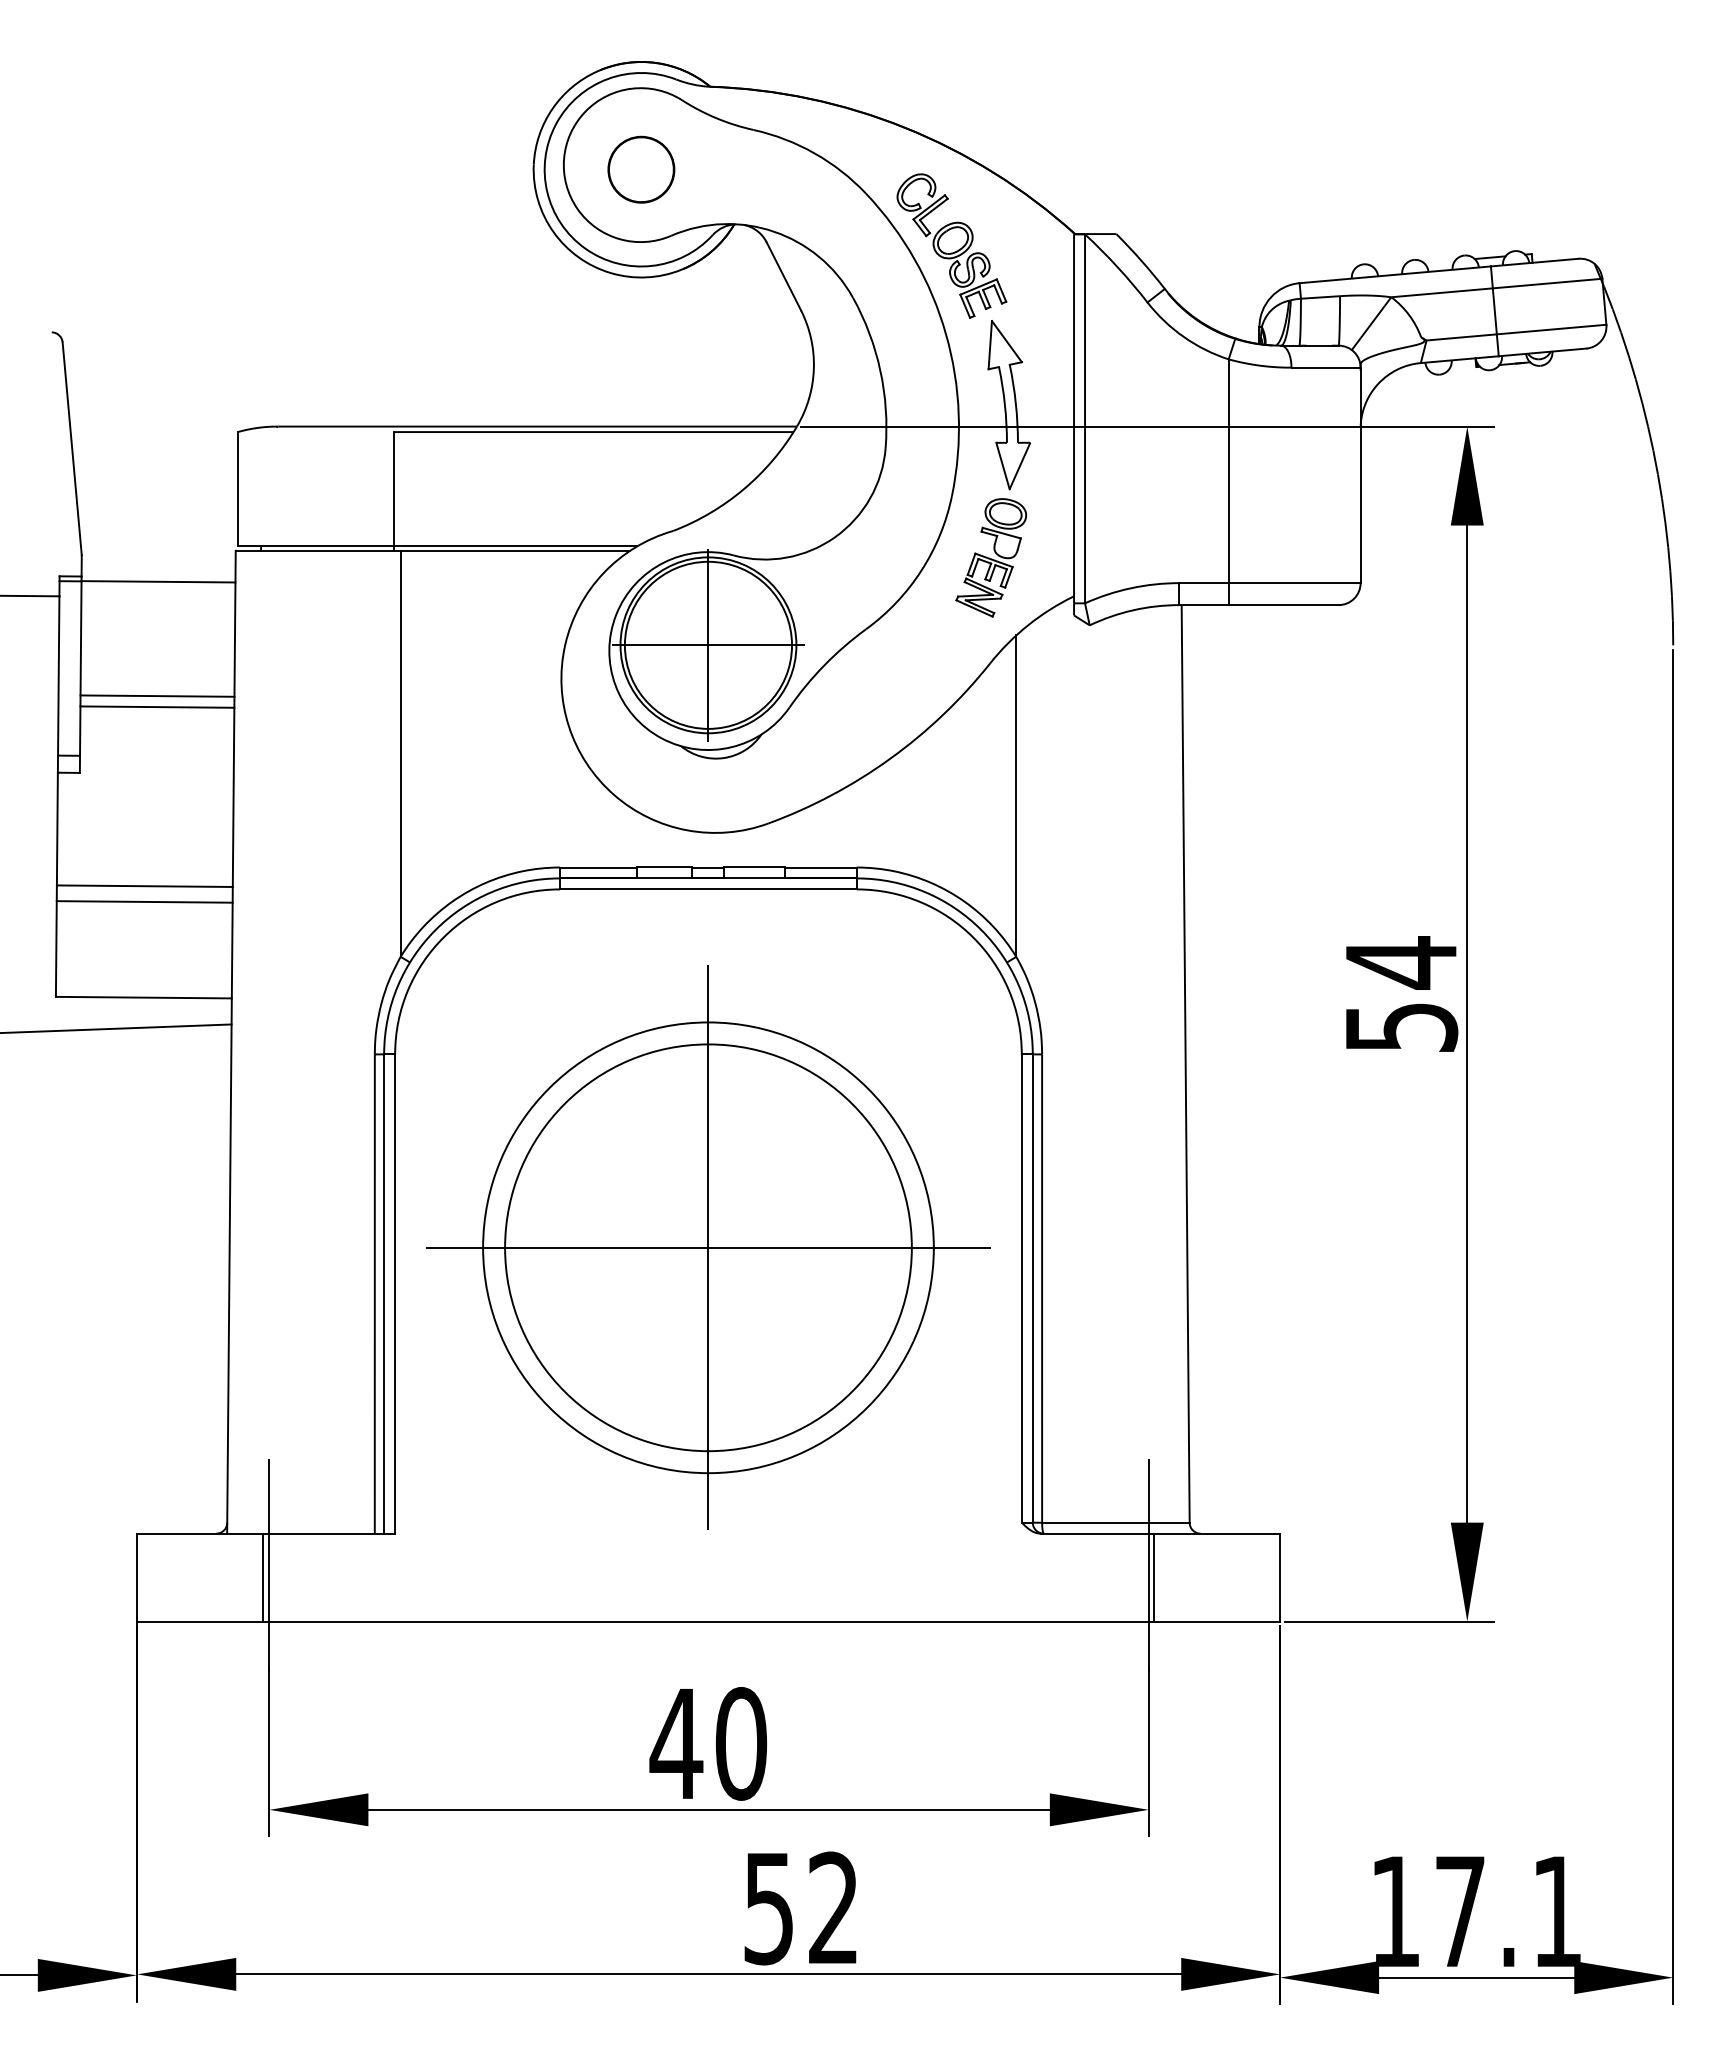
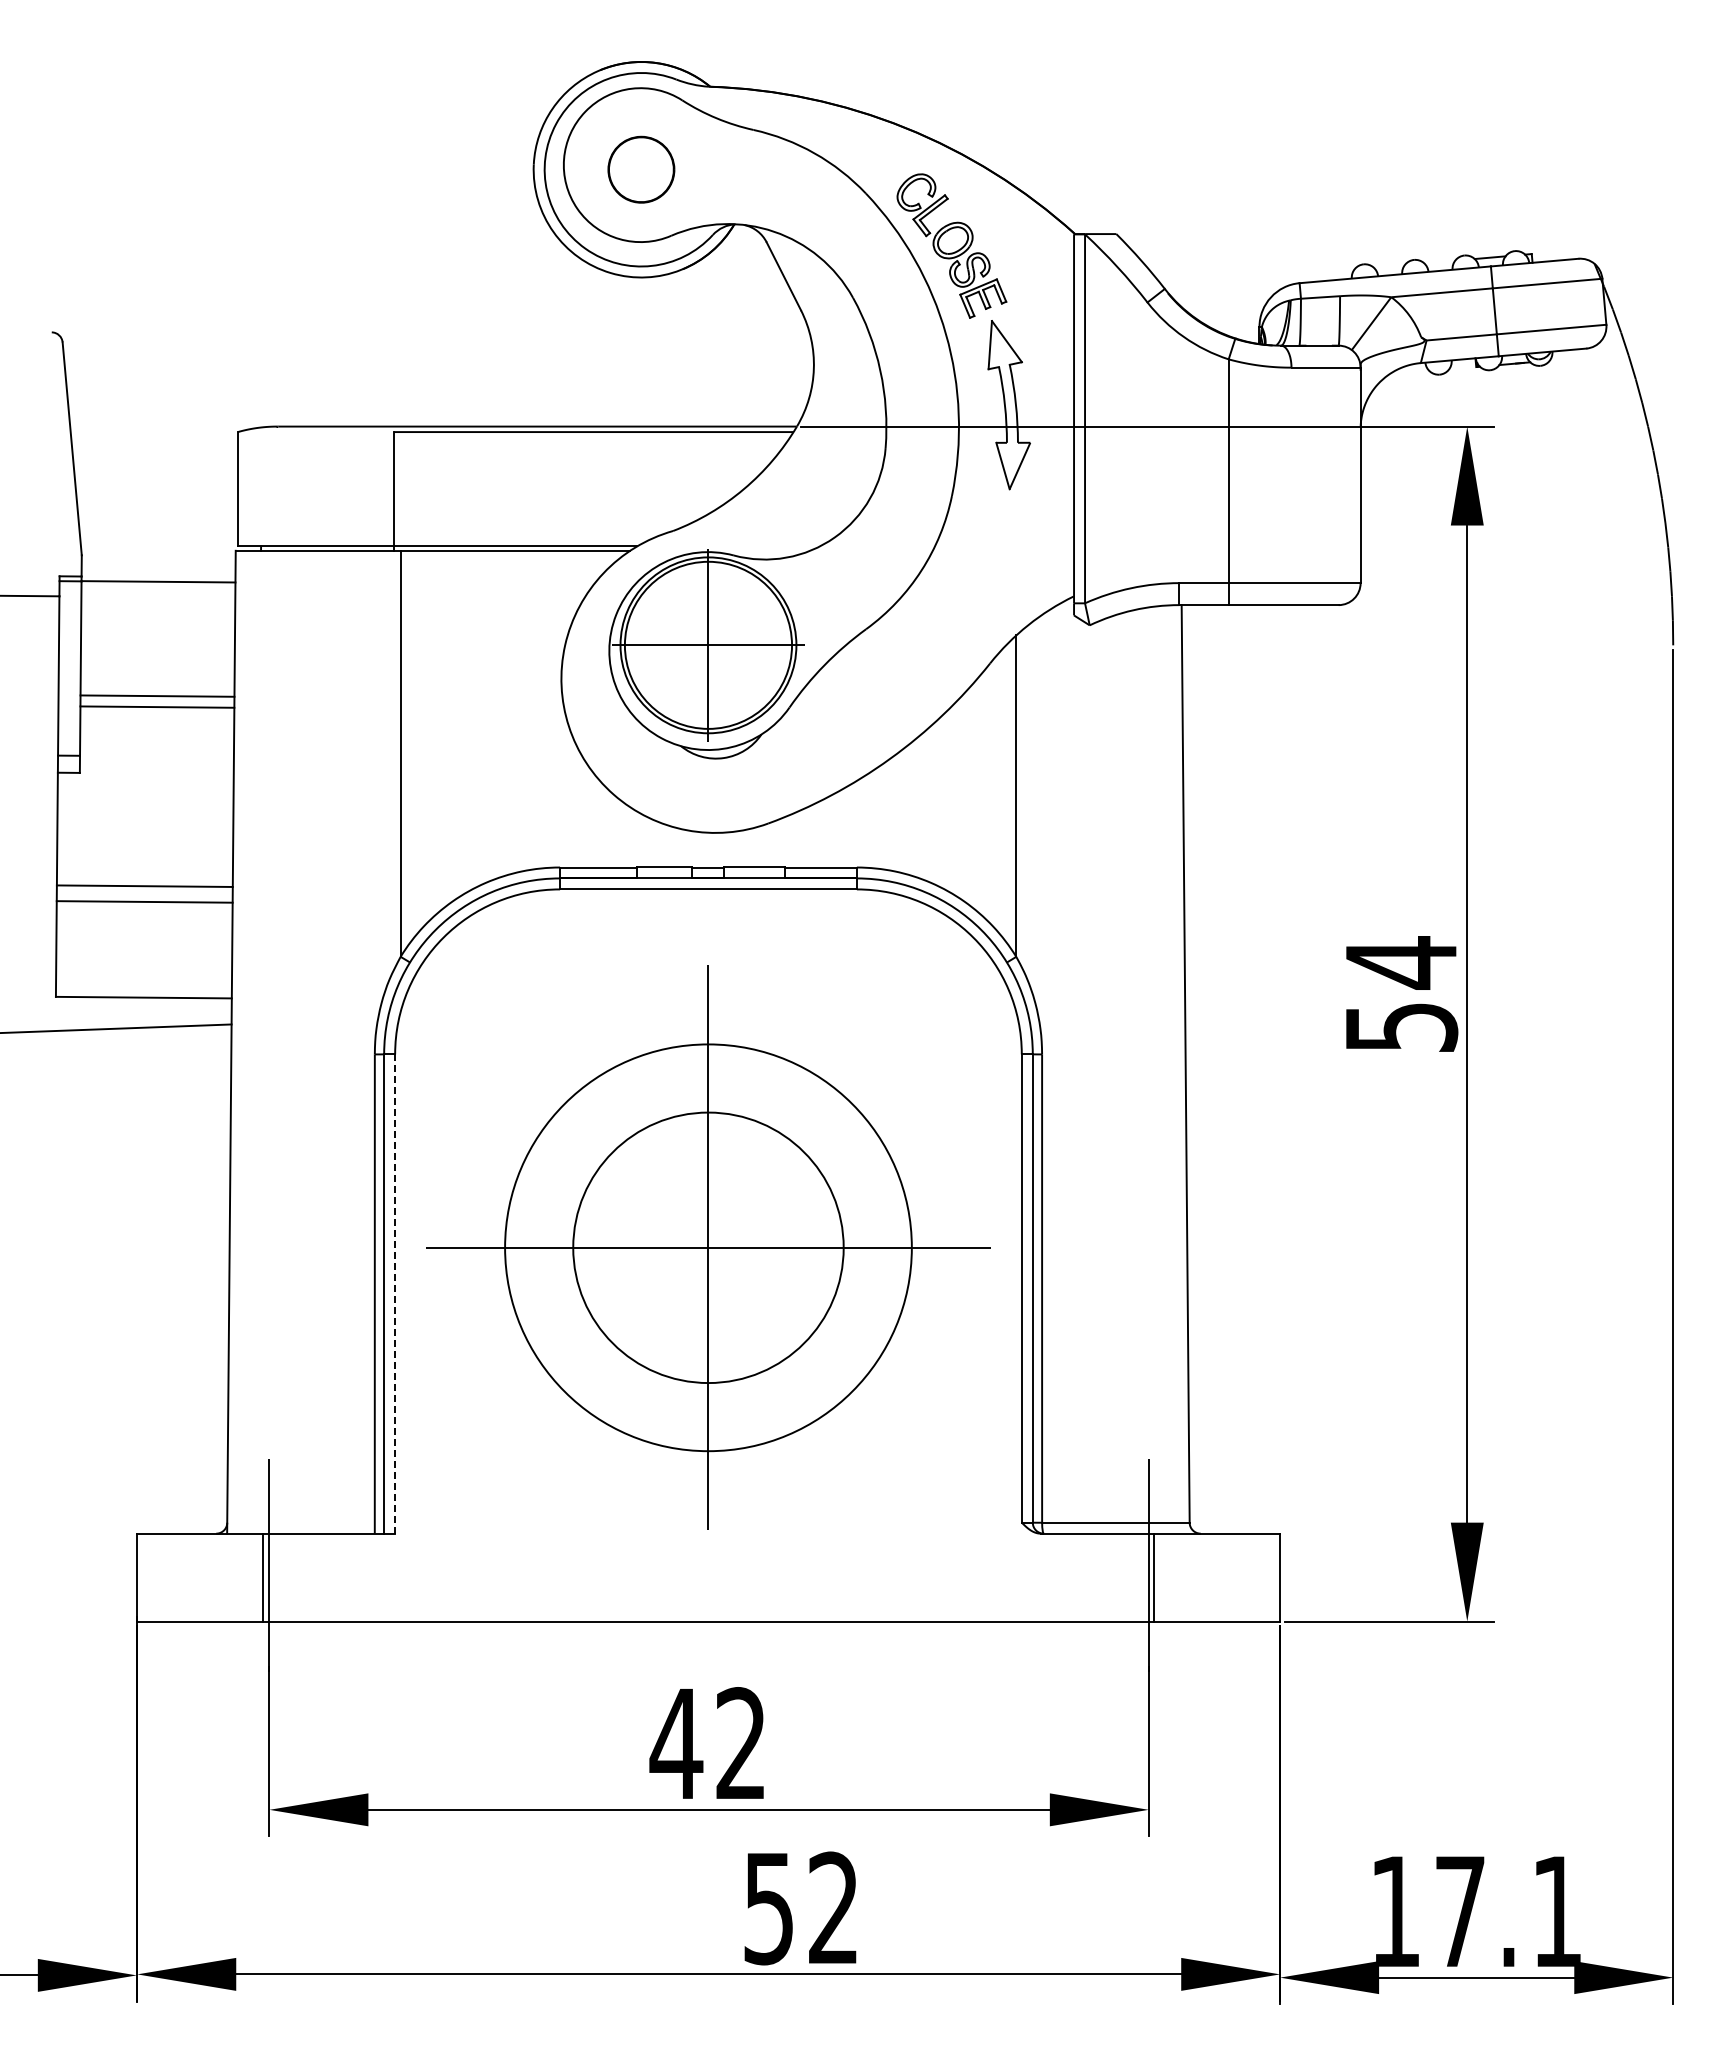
part at (991, 557): present -> none
circle at (708, 1247) diameter: 451 px -> 270 px
line at (395, 1293): solid -> dashed
text at (741, 1743): 40 -> 42
